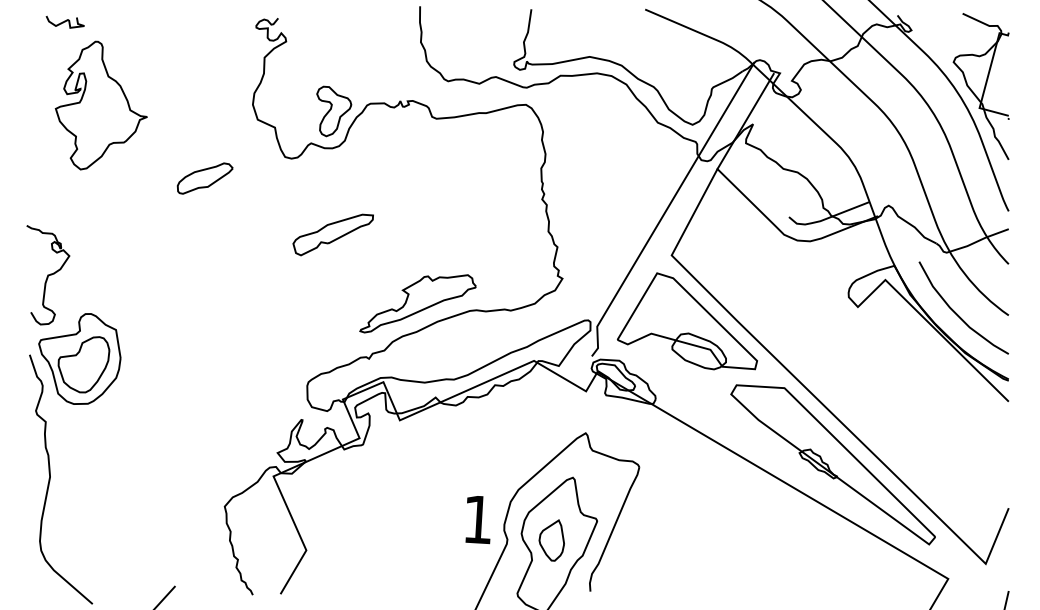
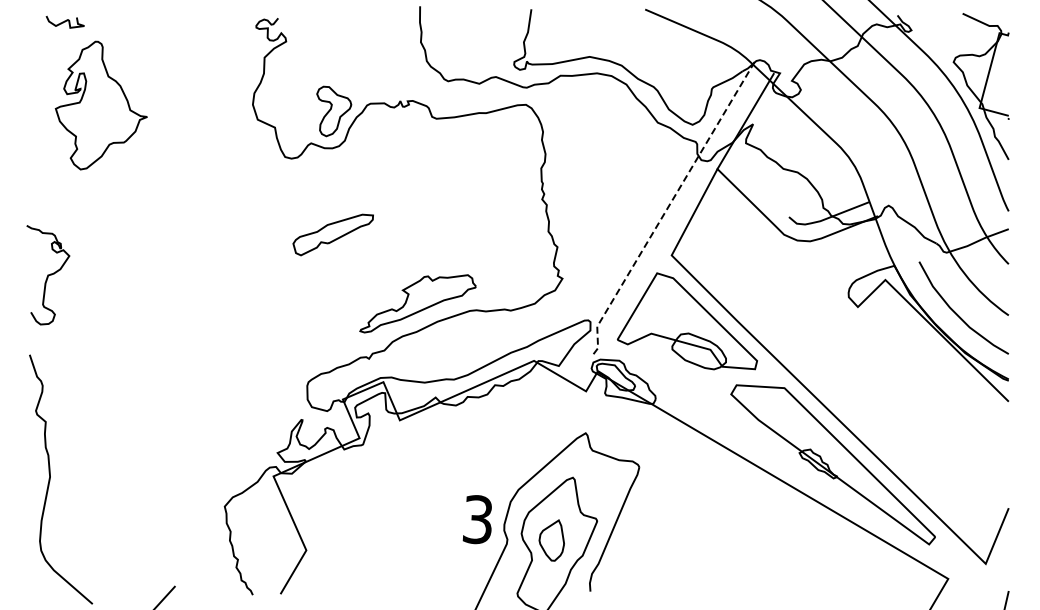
part at (204, 178): present -> none
line at (666, 209): solid -> dashed
part at (79, 358): present -> none
text at (476, 519): 1 -> 3
